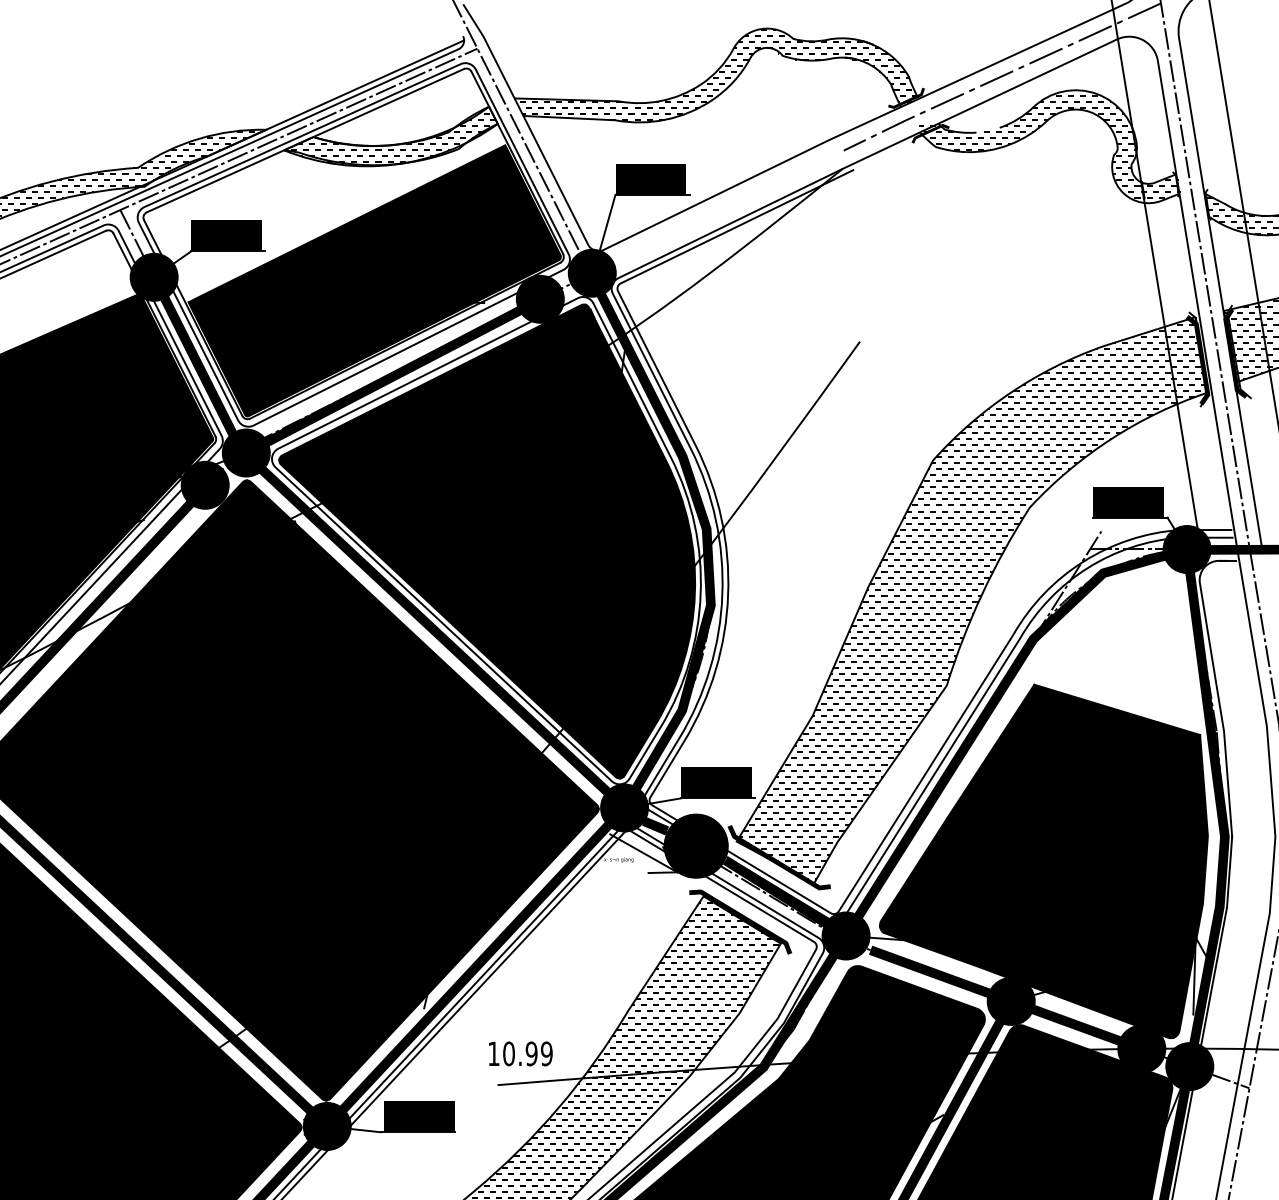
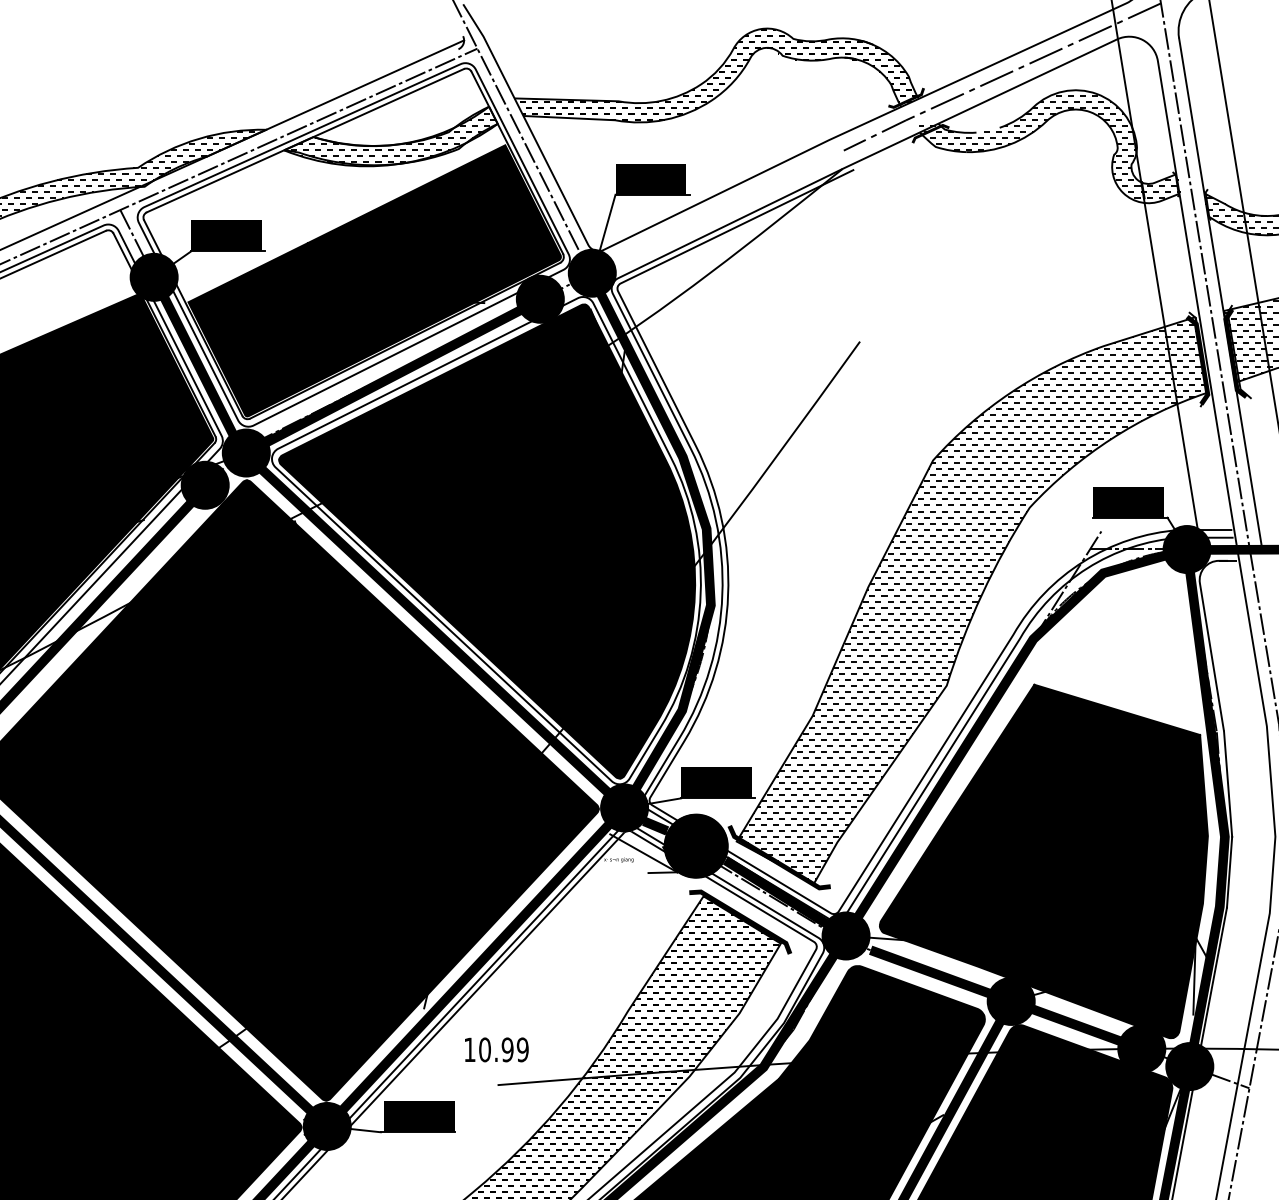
line at (230, 152): present -> none
text at (520, 1053) position: (520, 1053) -> (496, 1049)
